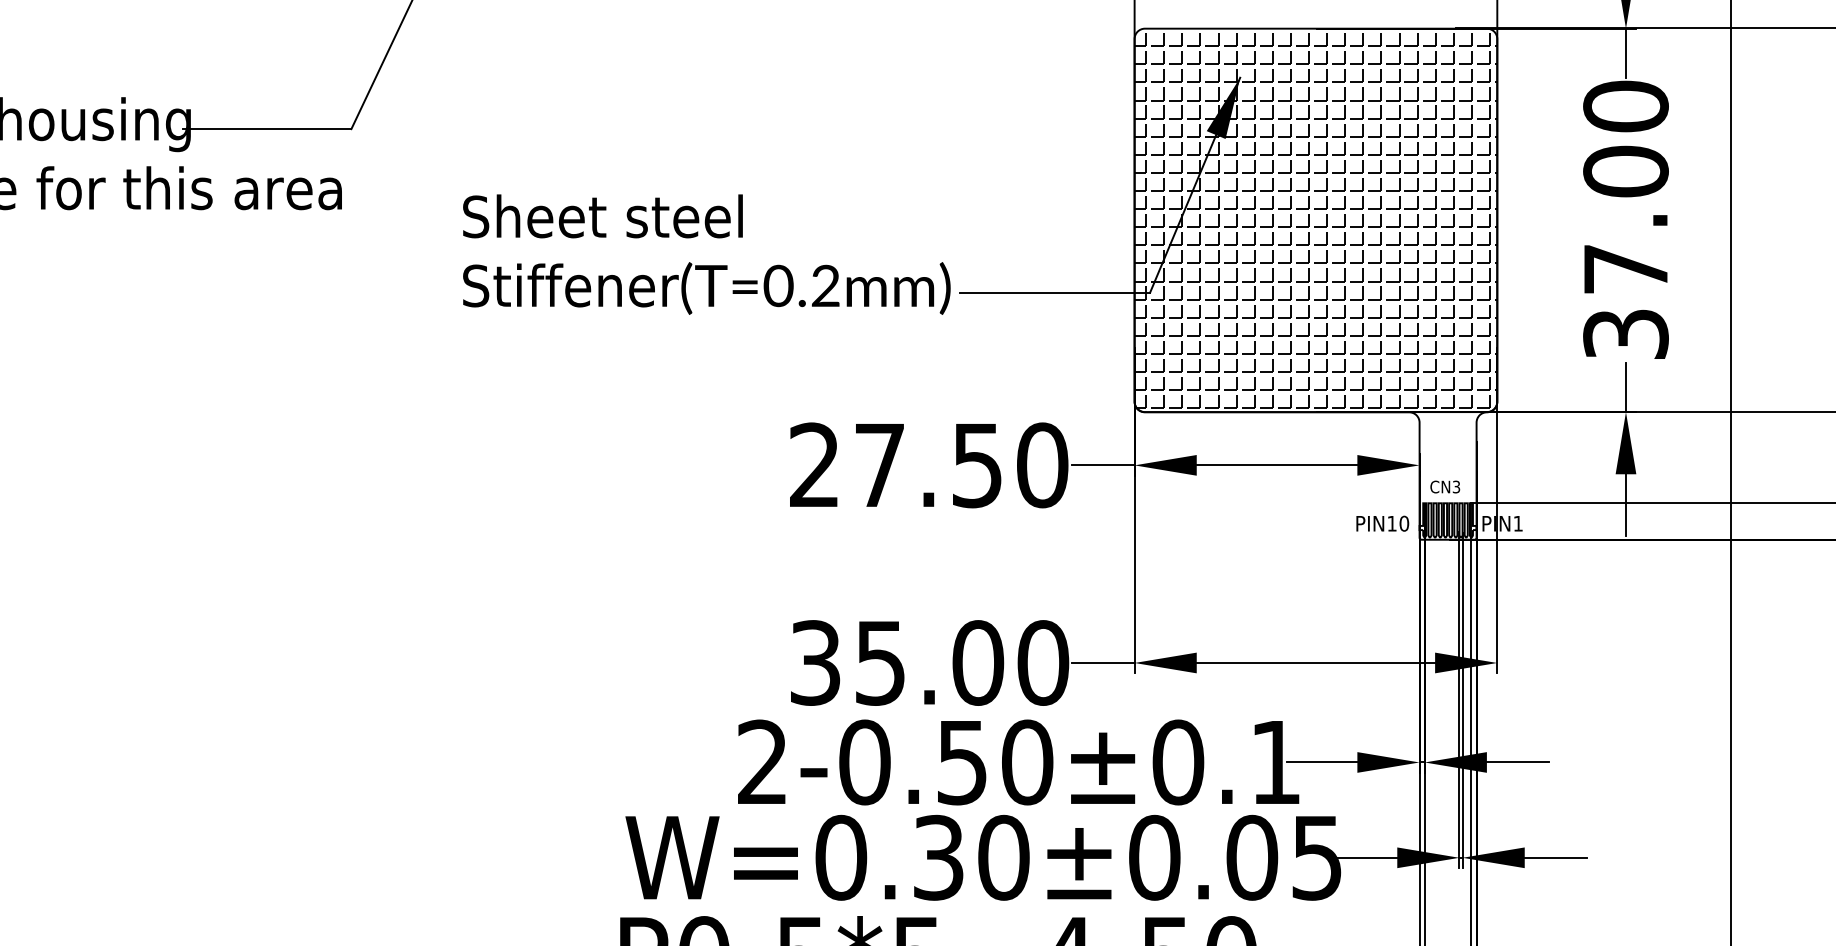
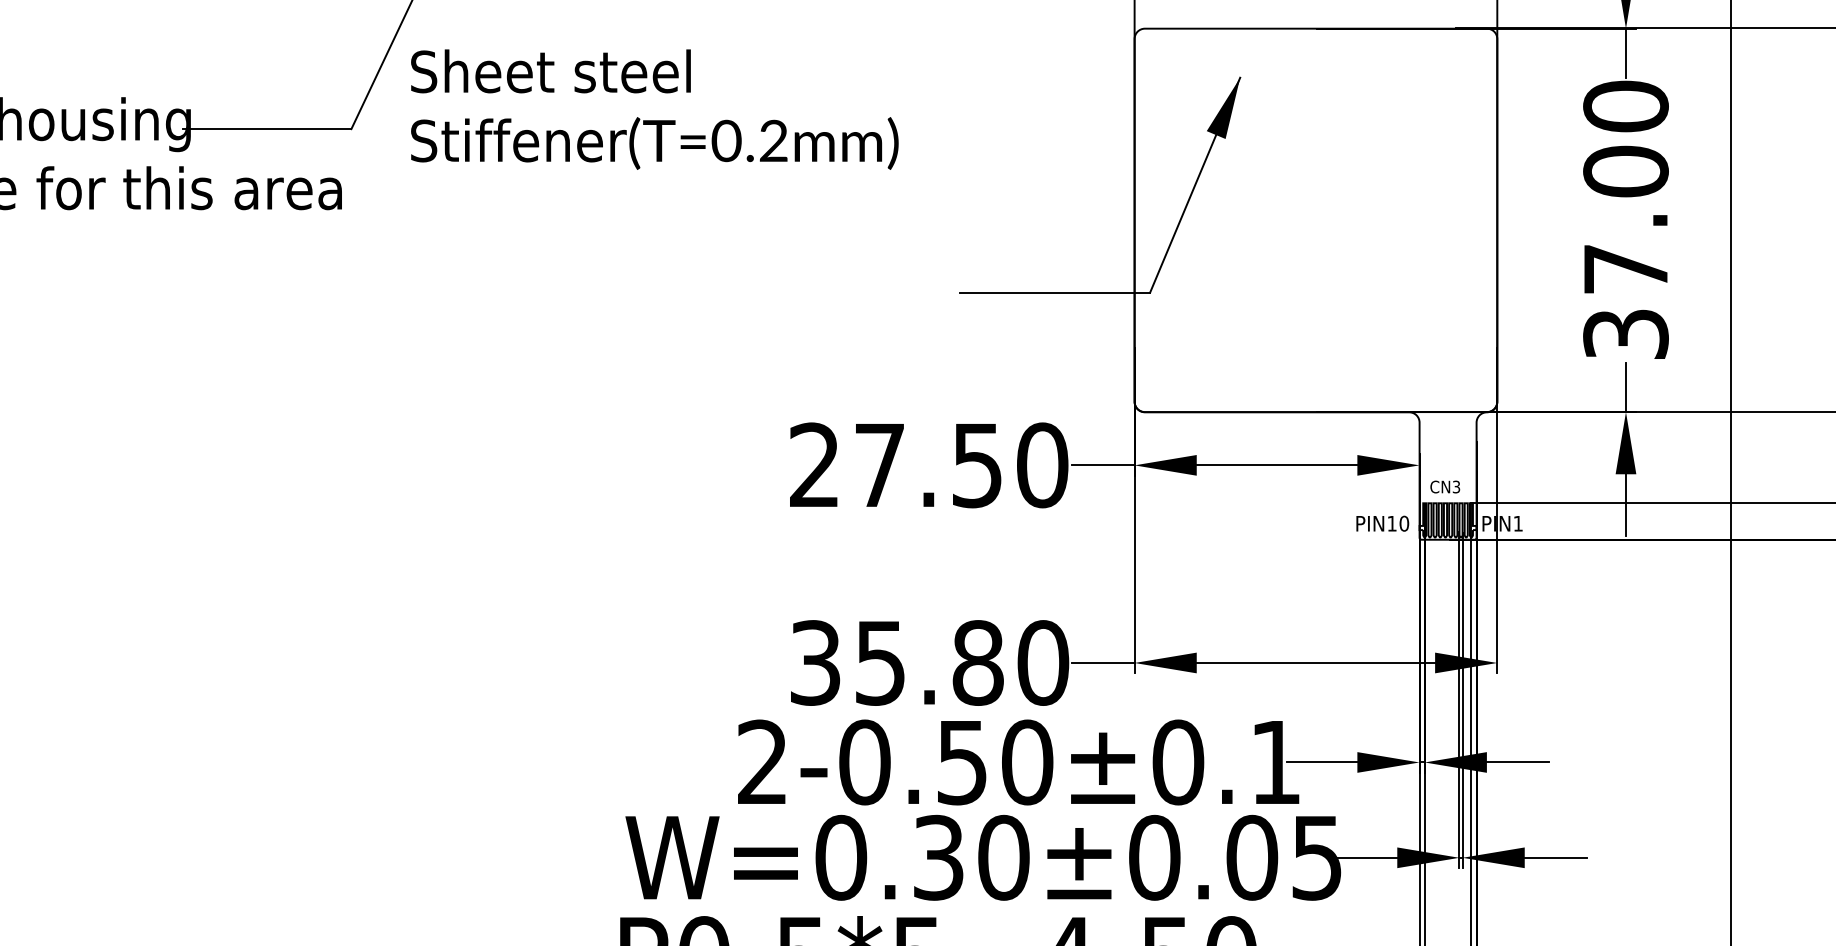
hatch at (1315, 220): present -> none
text at (706, 254) position: (706, 254) -> (654, 109)
text at (978, 662): 35.00 -> 35.80
